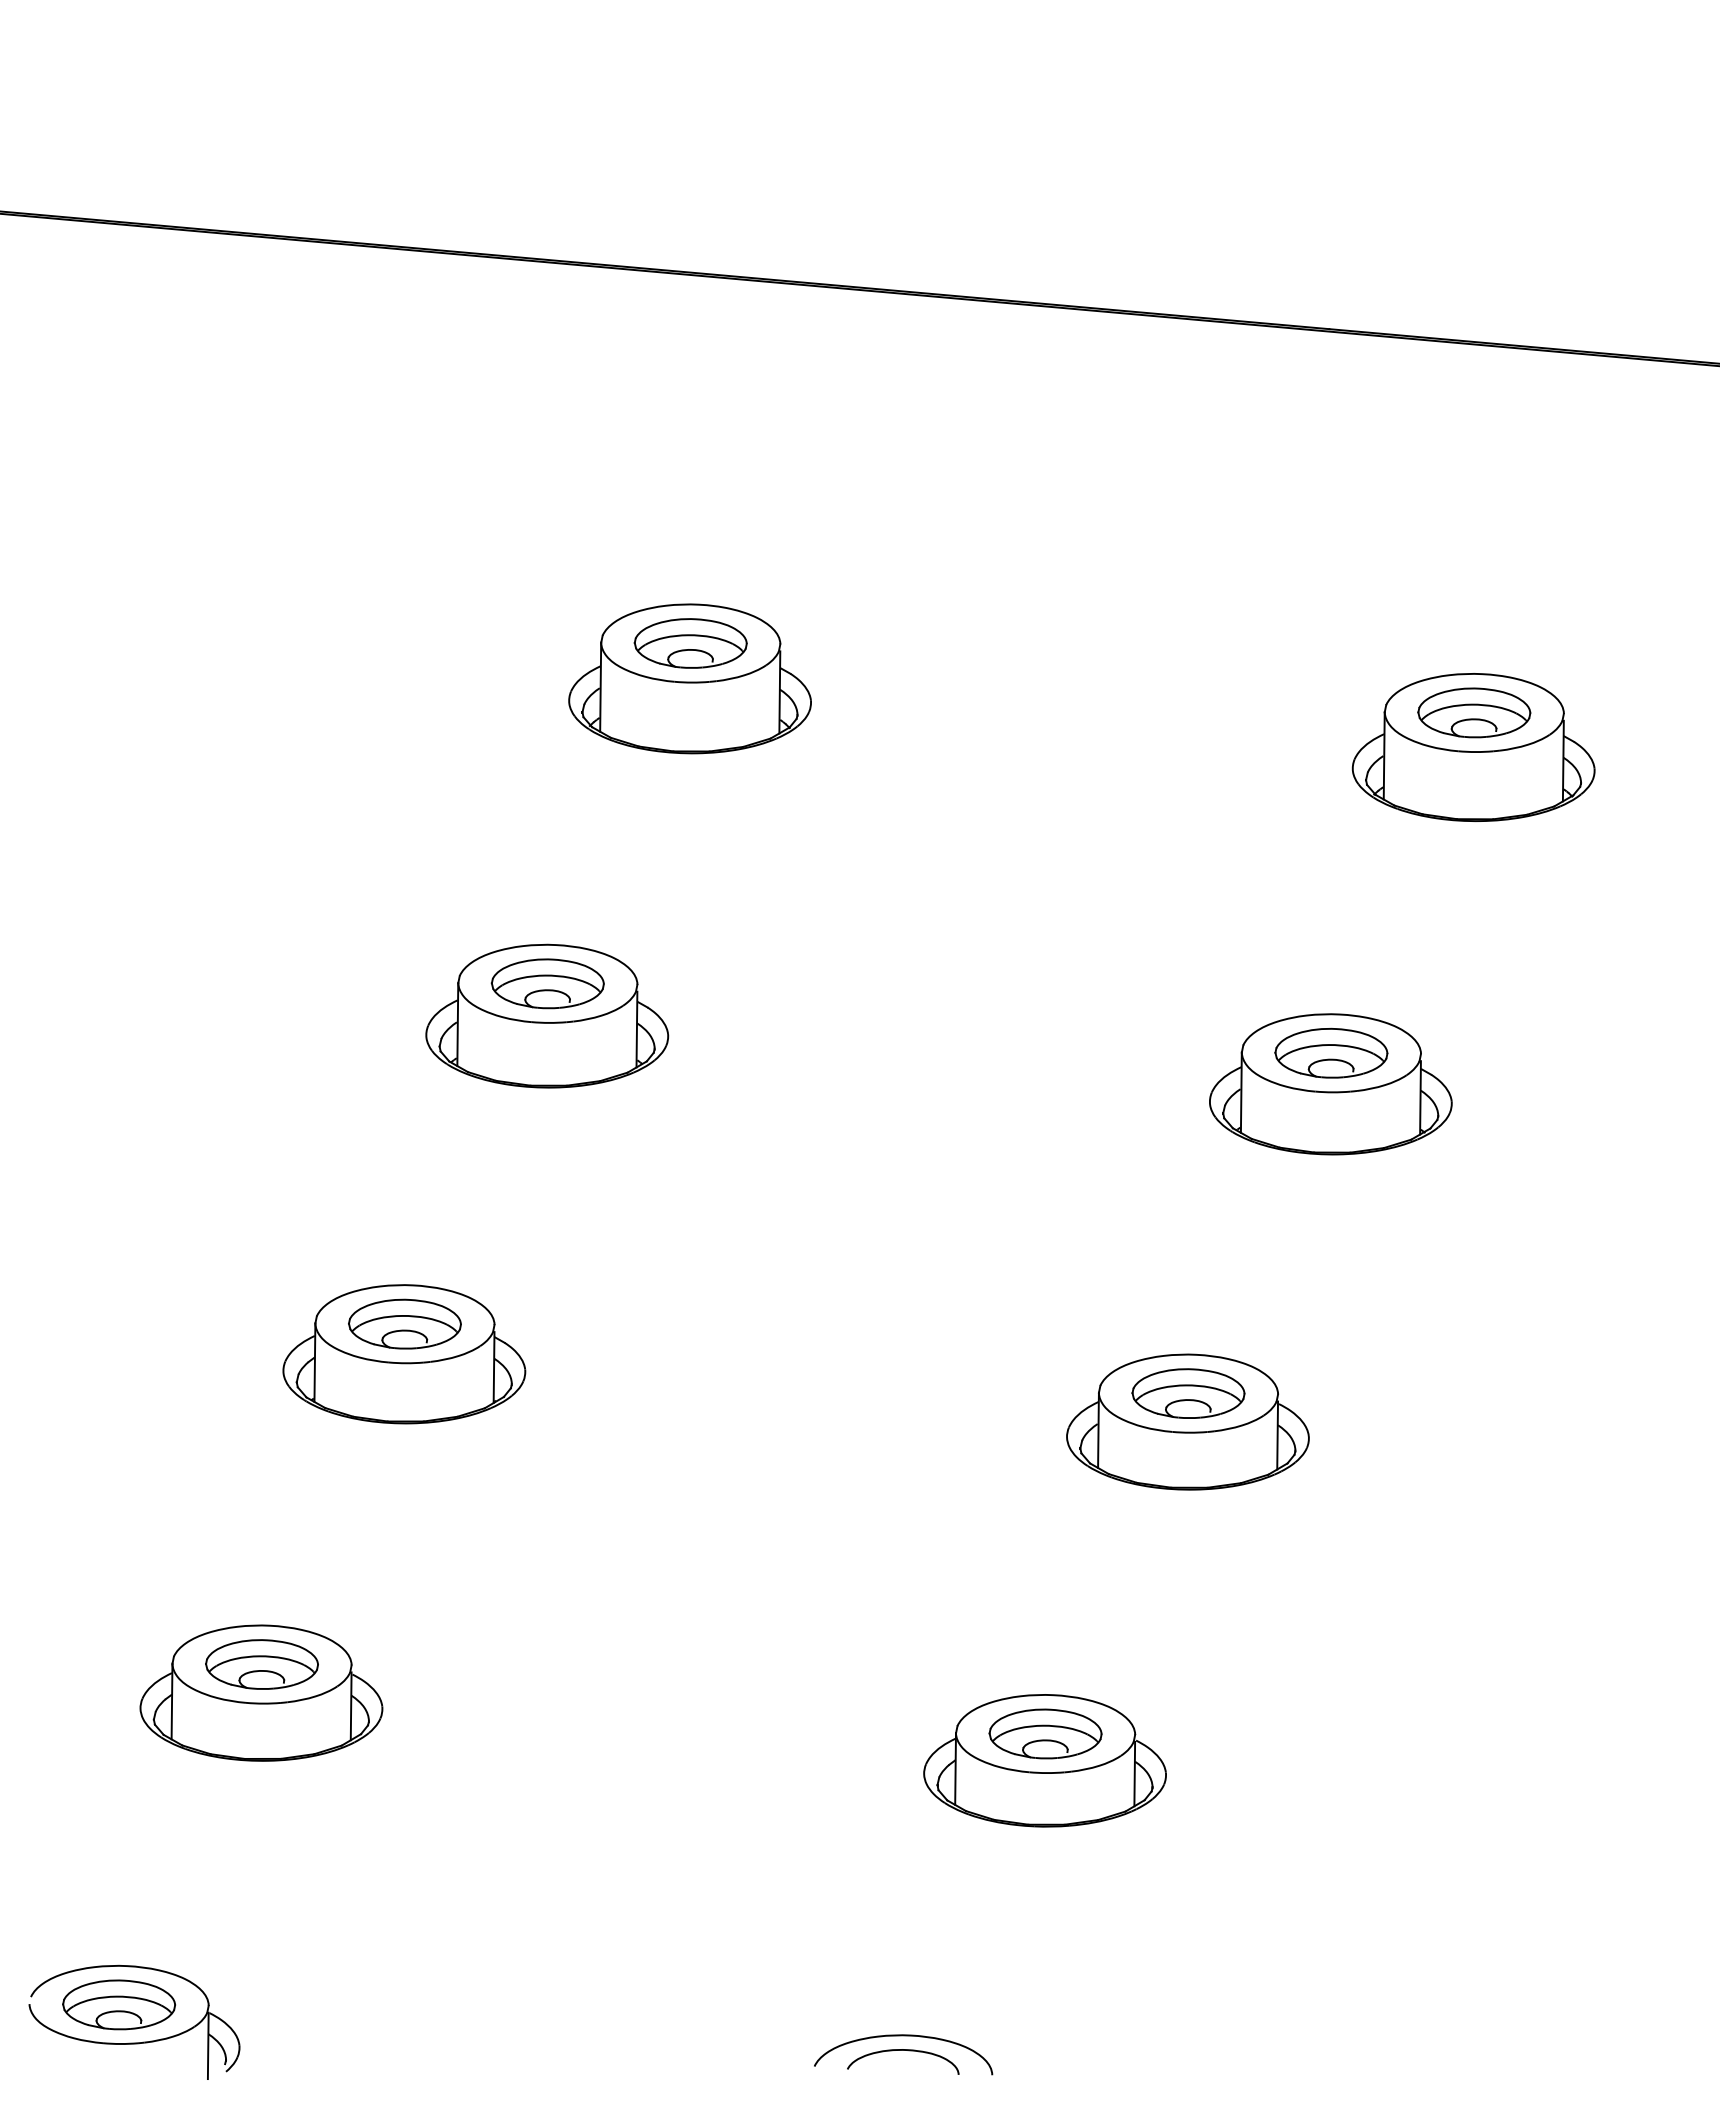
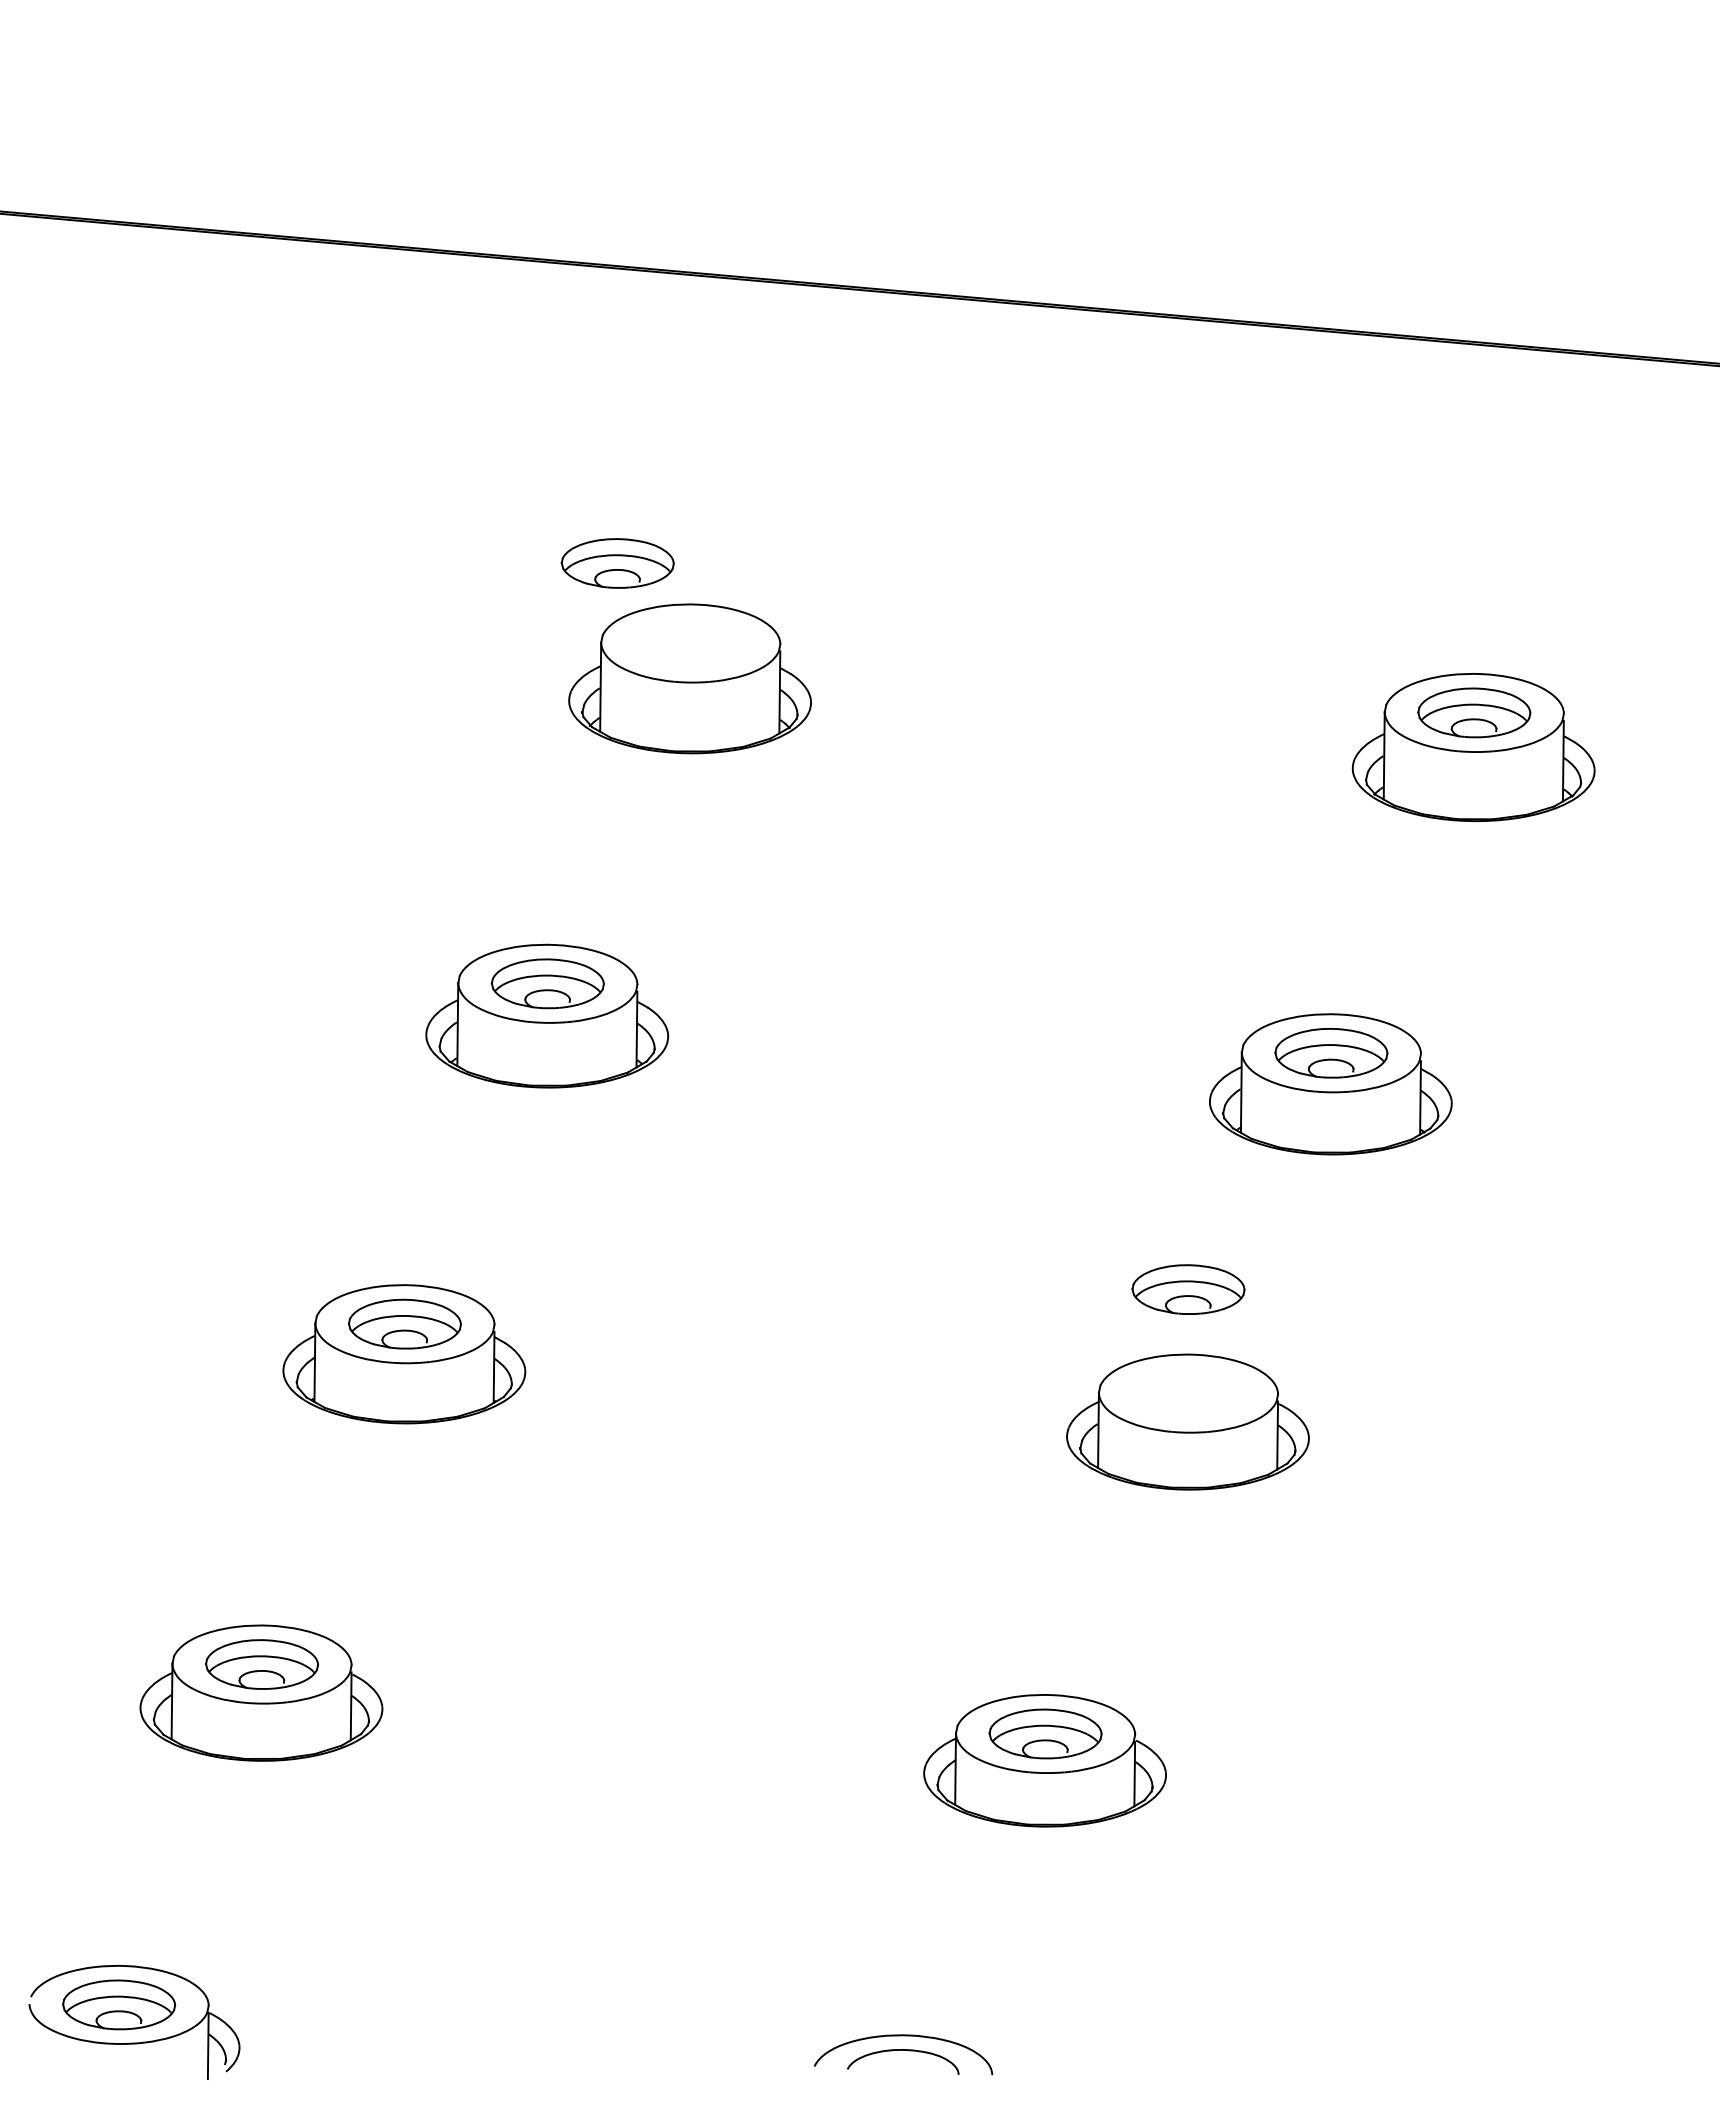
part at (690, 643) position: (690, 643) -> (617, 563)
part at (1188, 1393) position: (1188, 1393) -> (1188, 1289)
